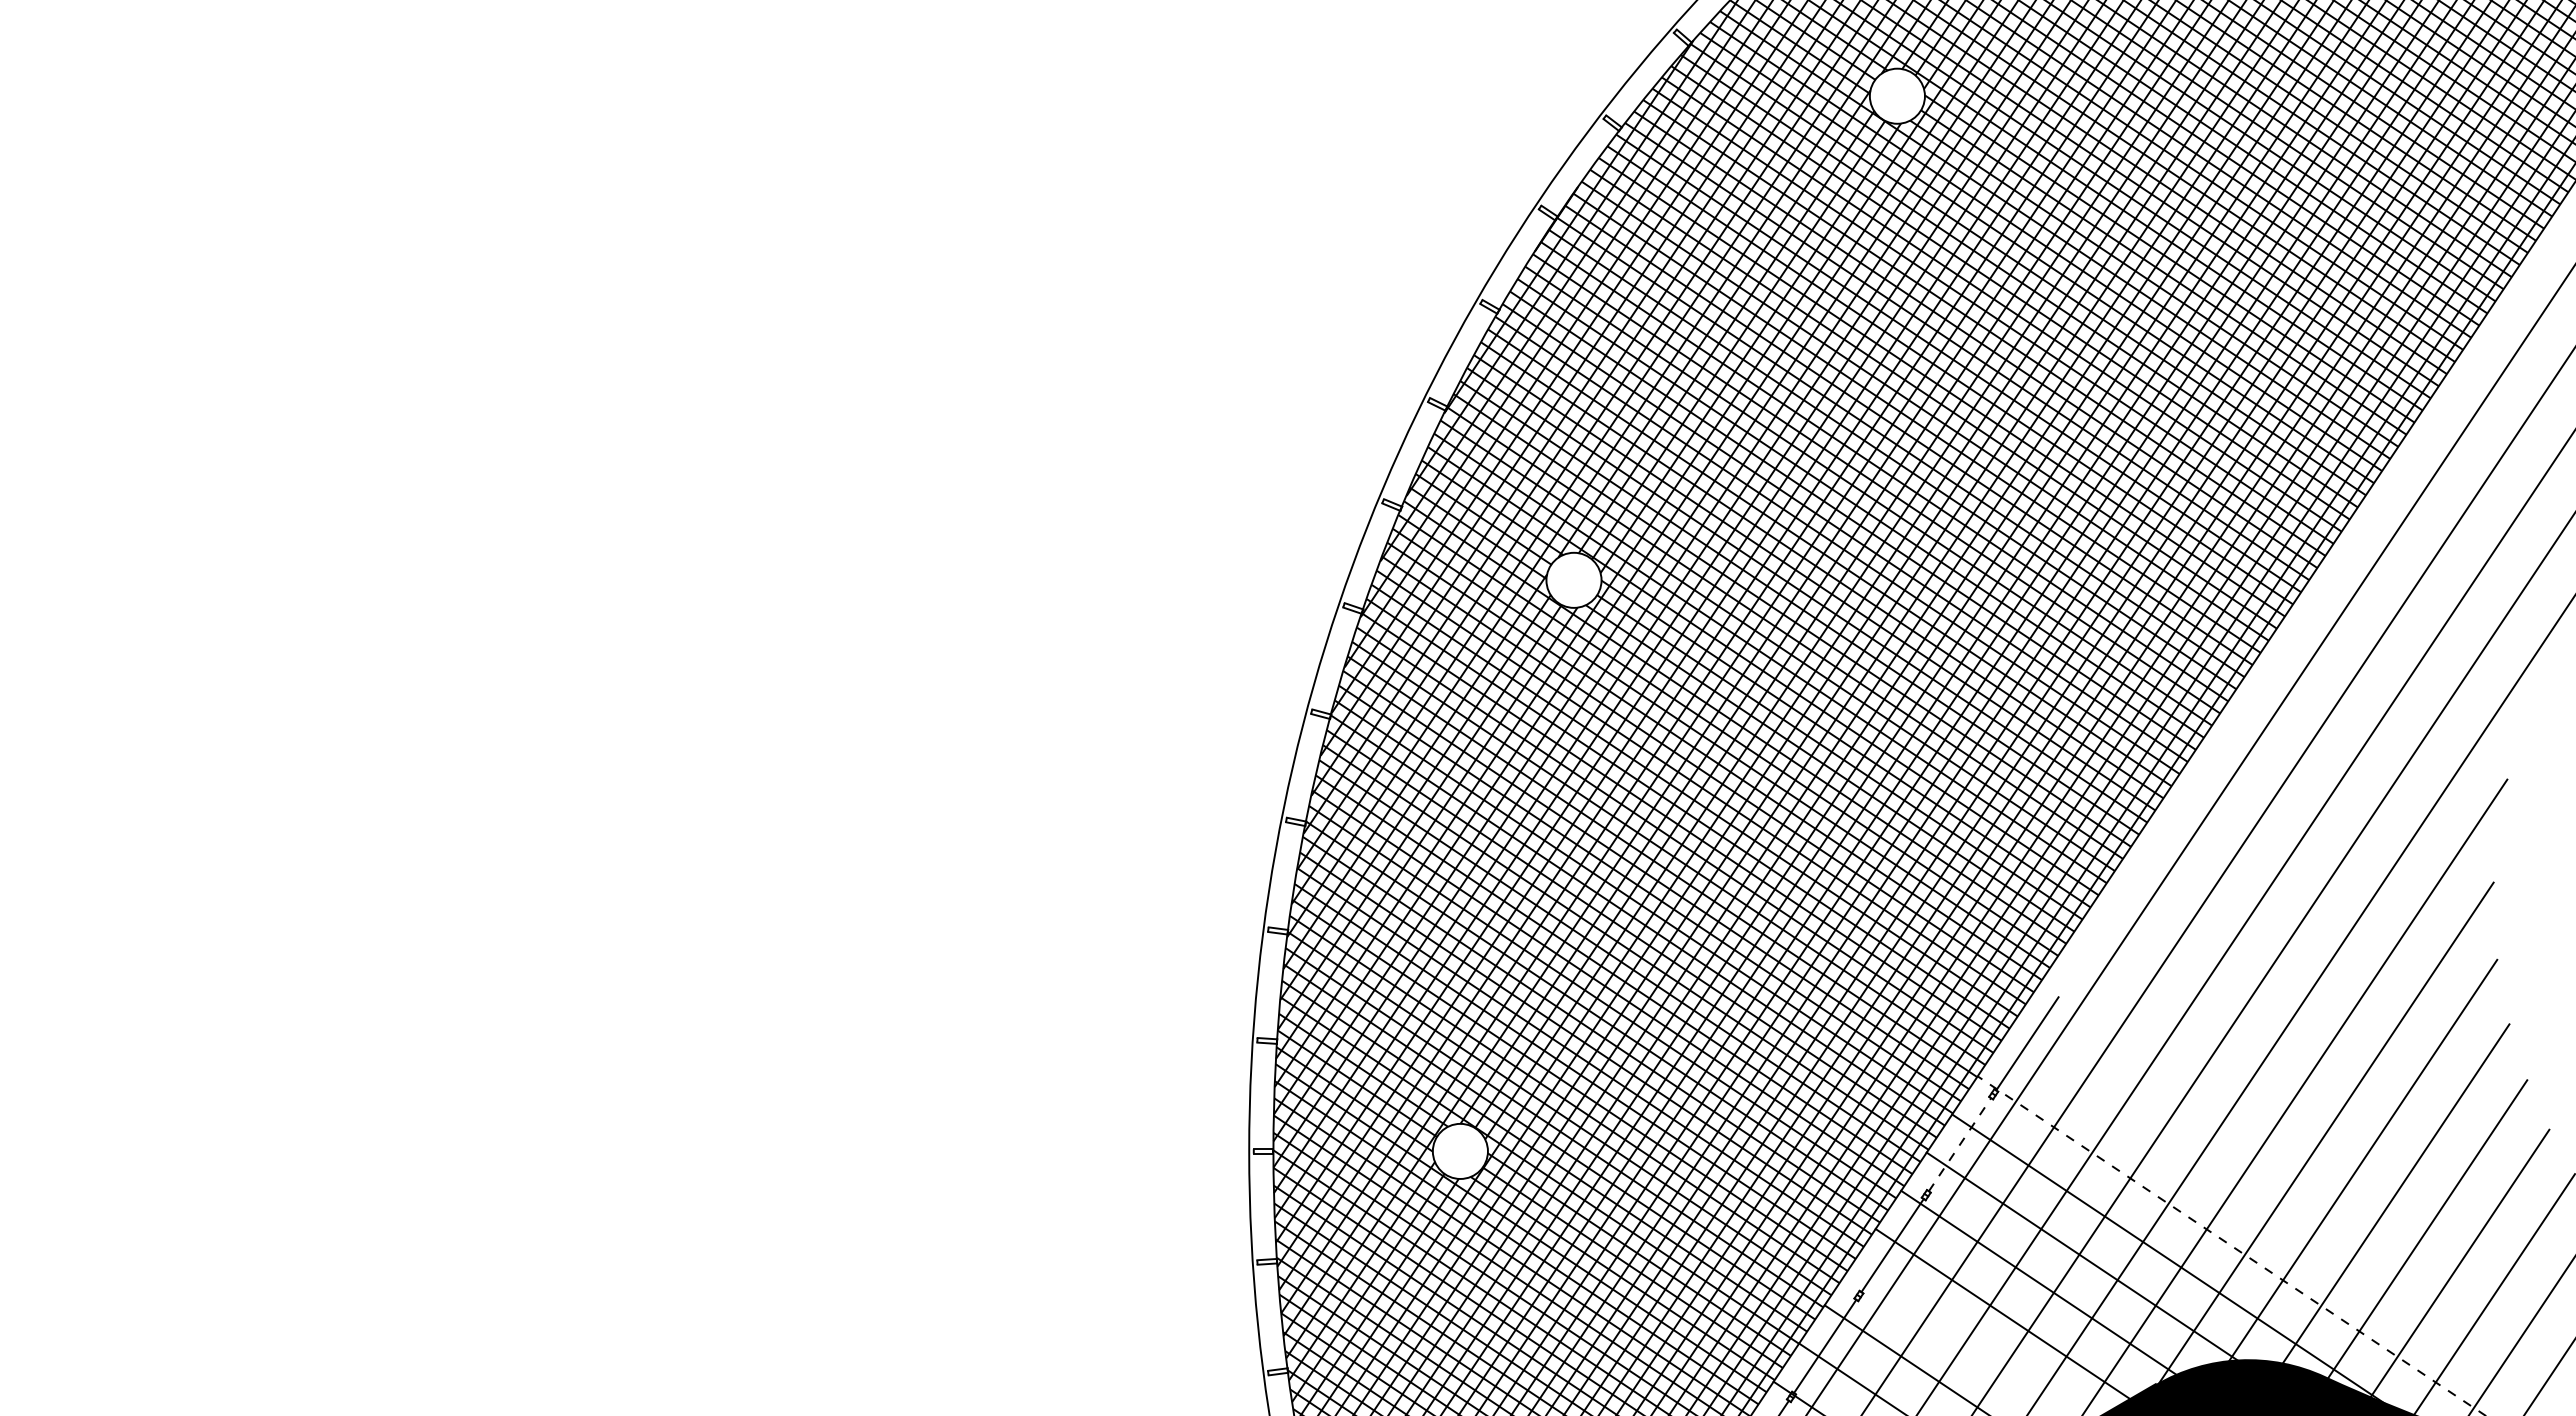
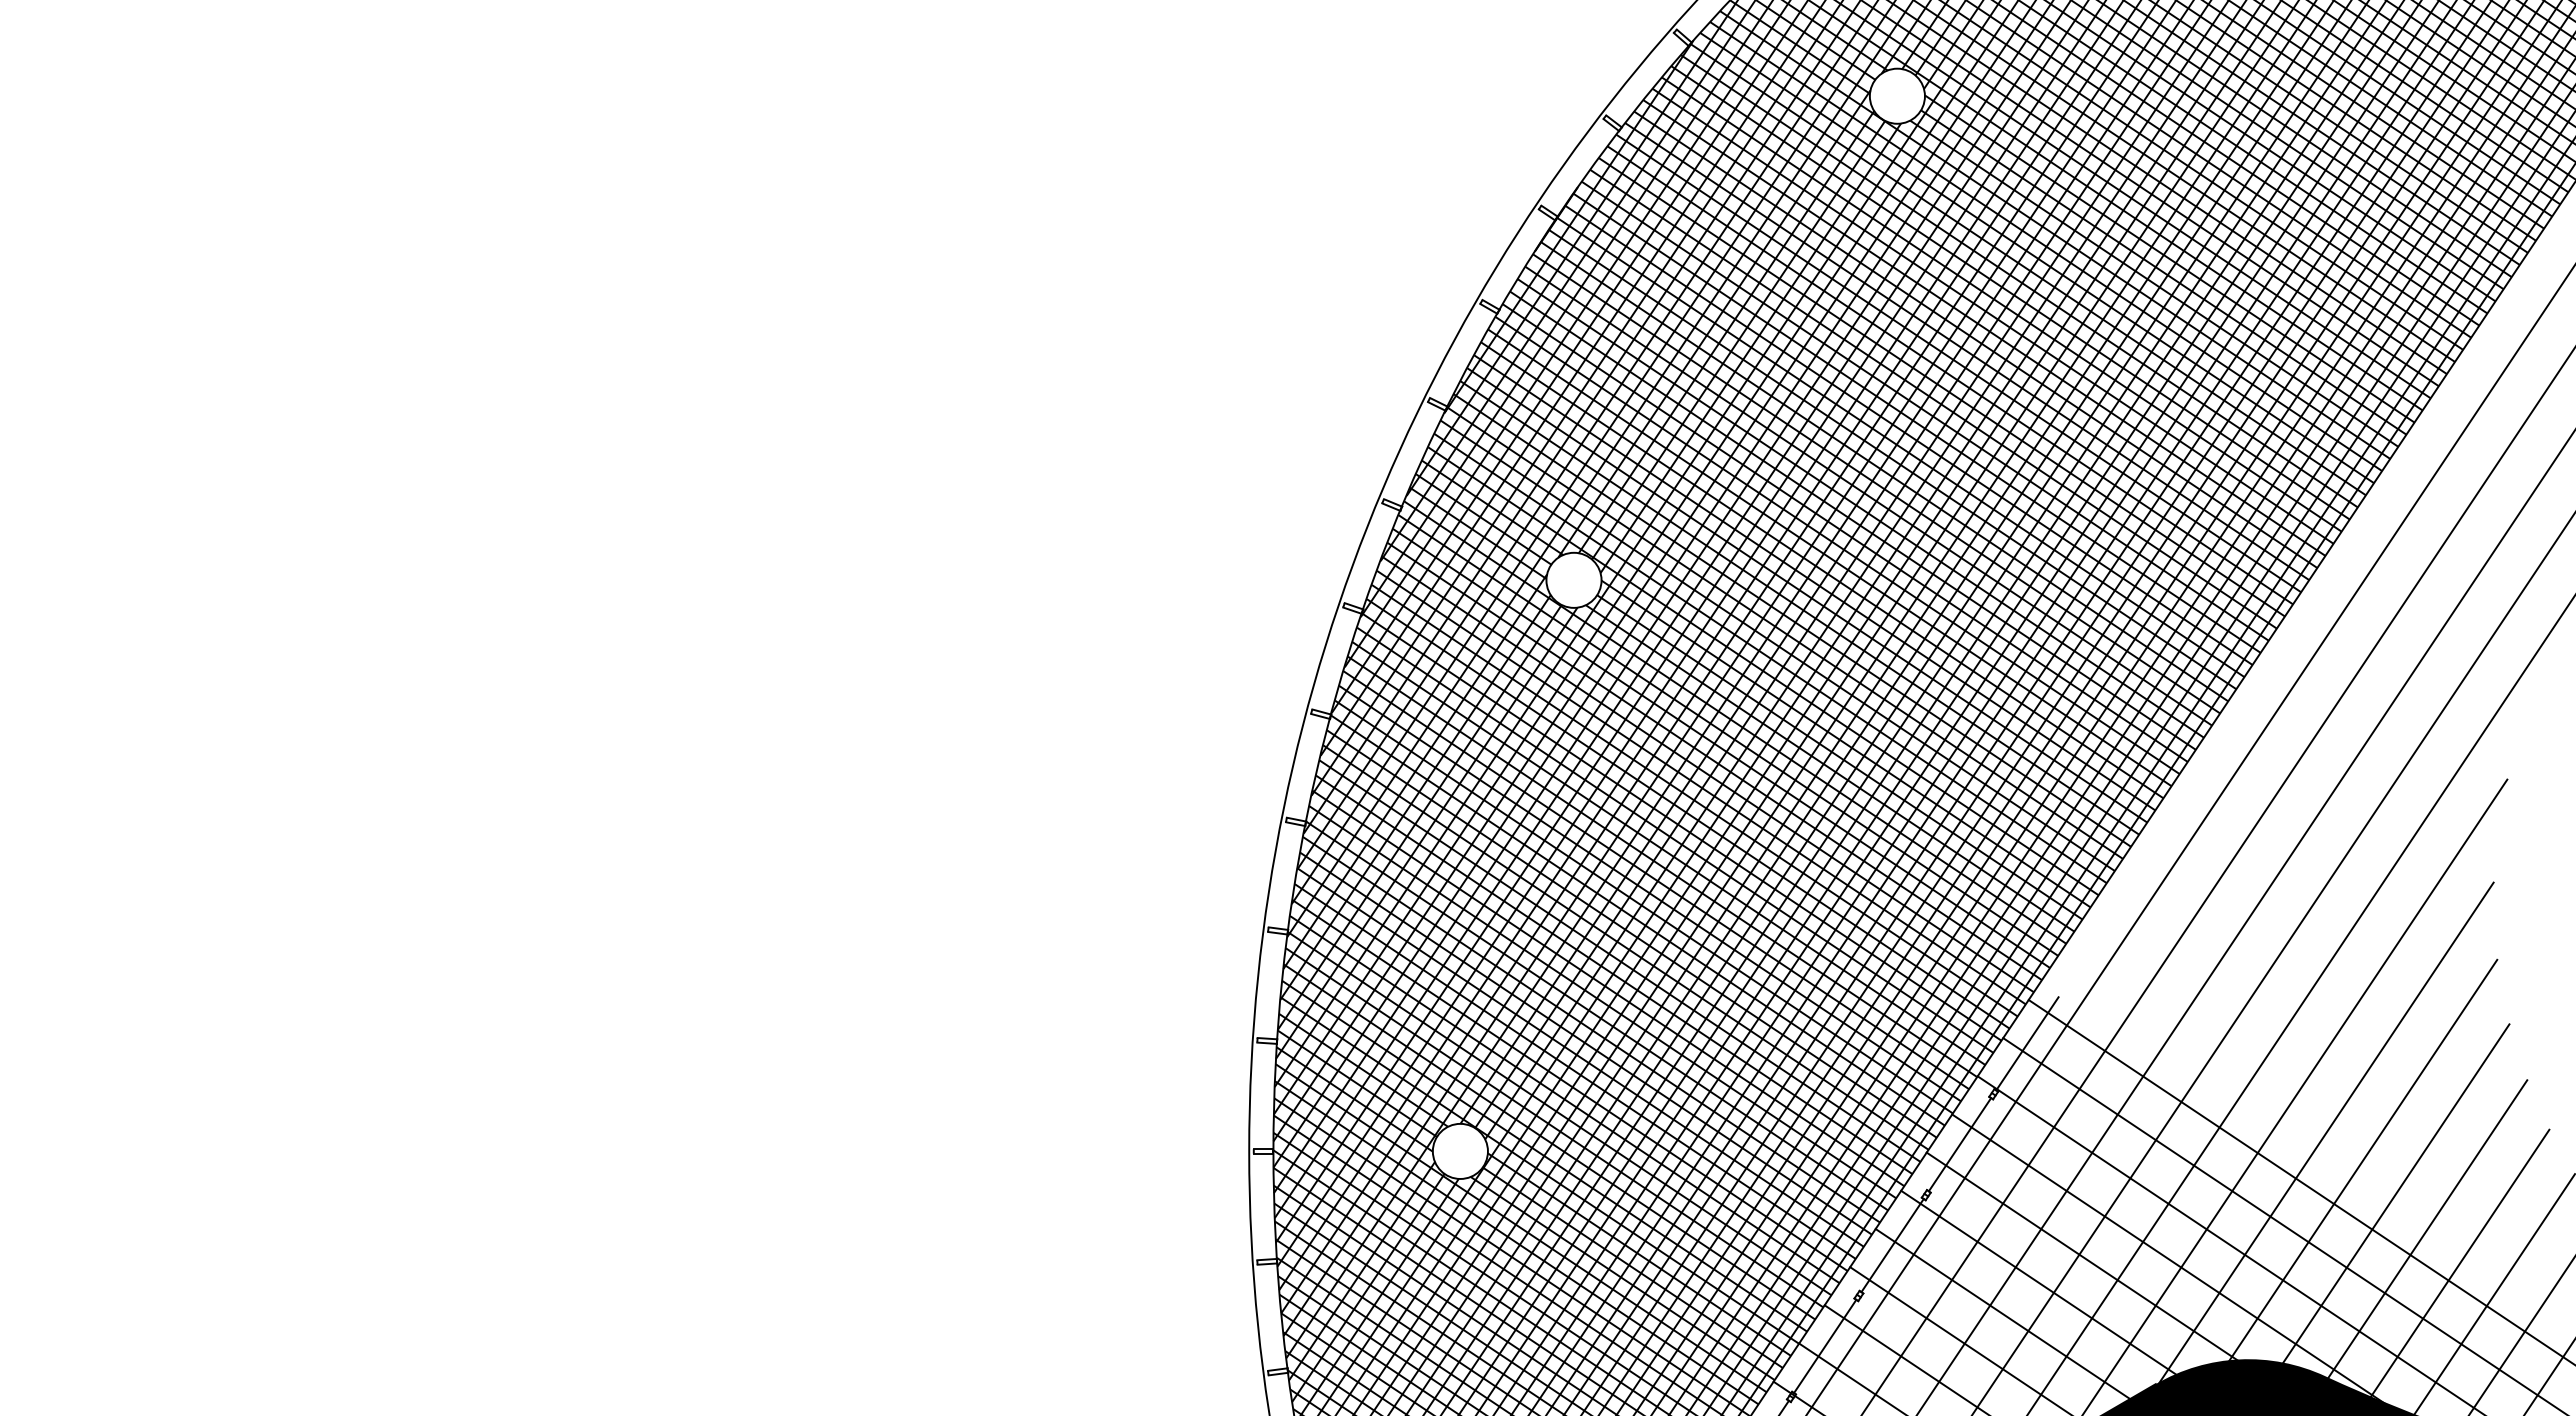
line at (1960, 1144): dashed -> solid
line at (2300, 1181): none -> present
line at (2283, 1225): none -> present
line at (2231, 1245): dashed -> solid
line at (1959, 1339): none -> present
